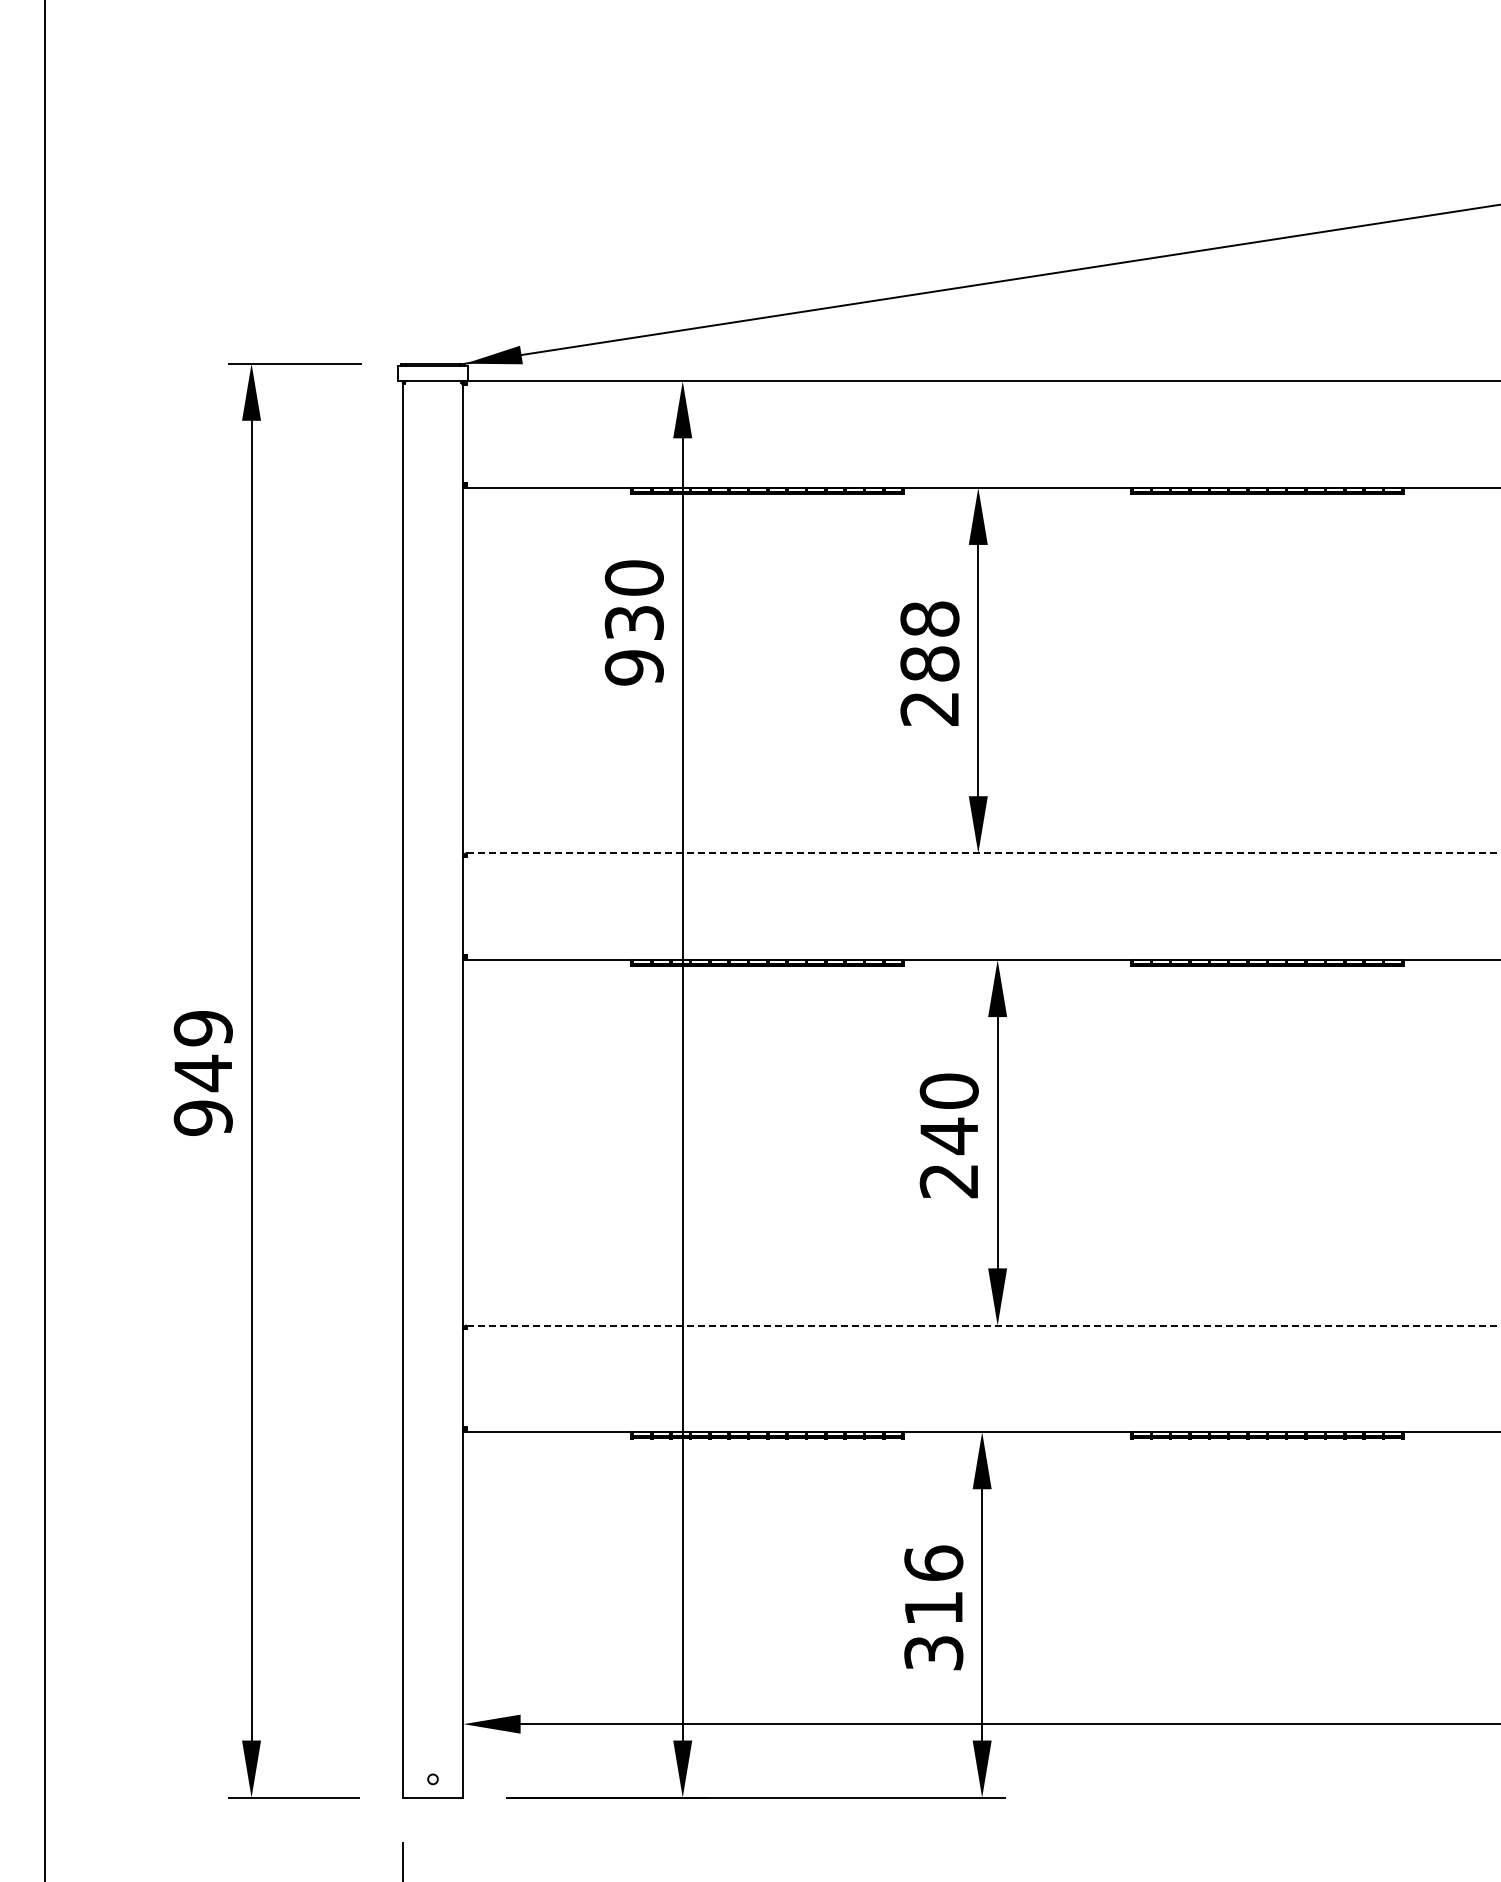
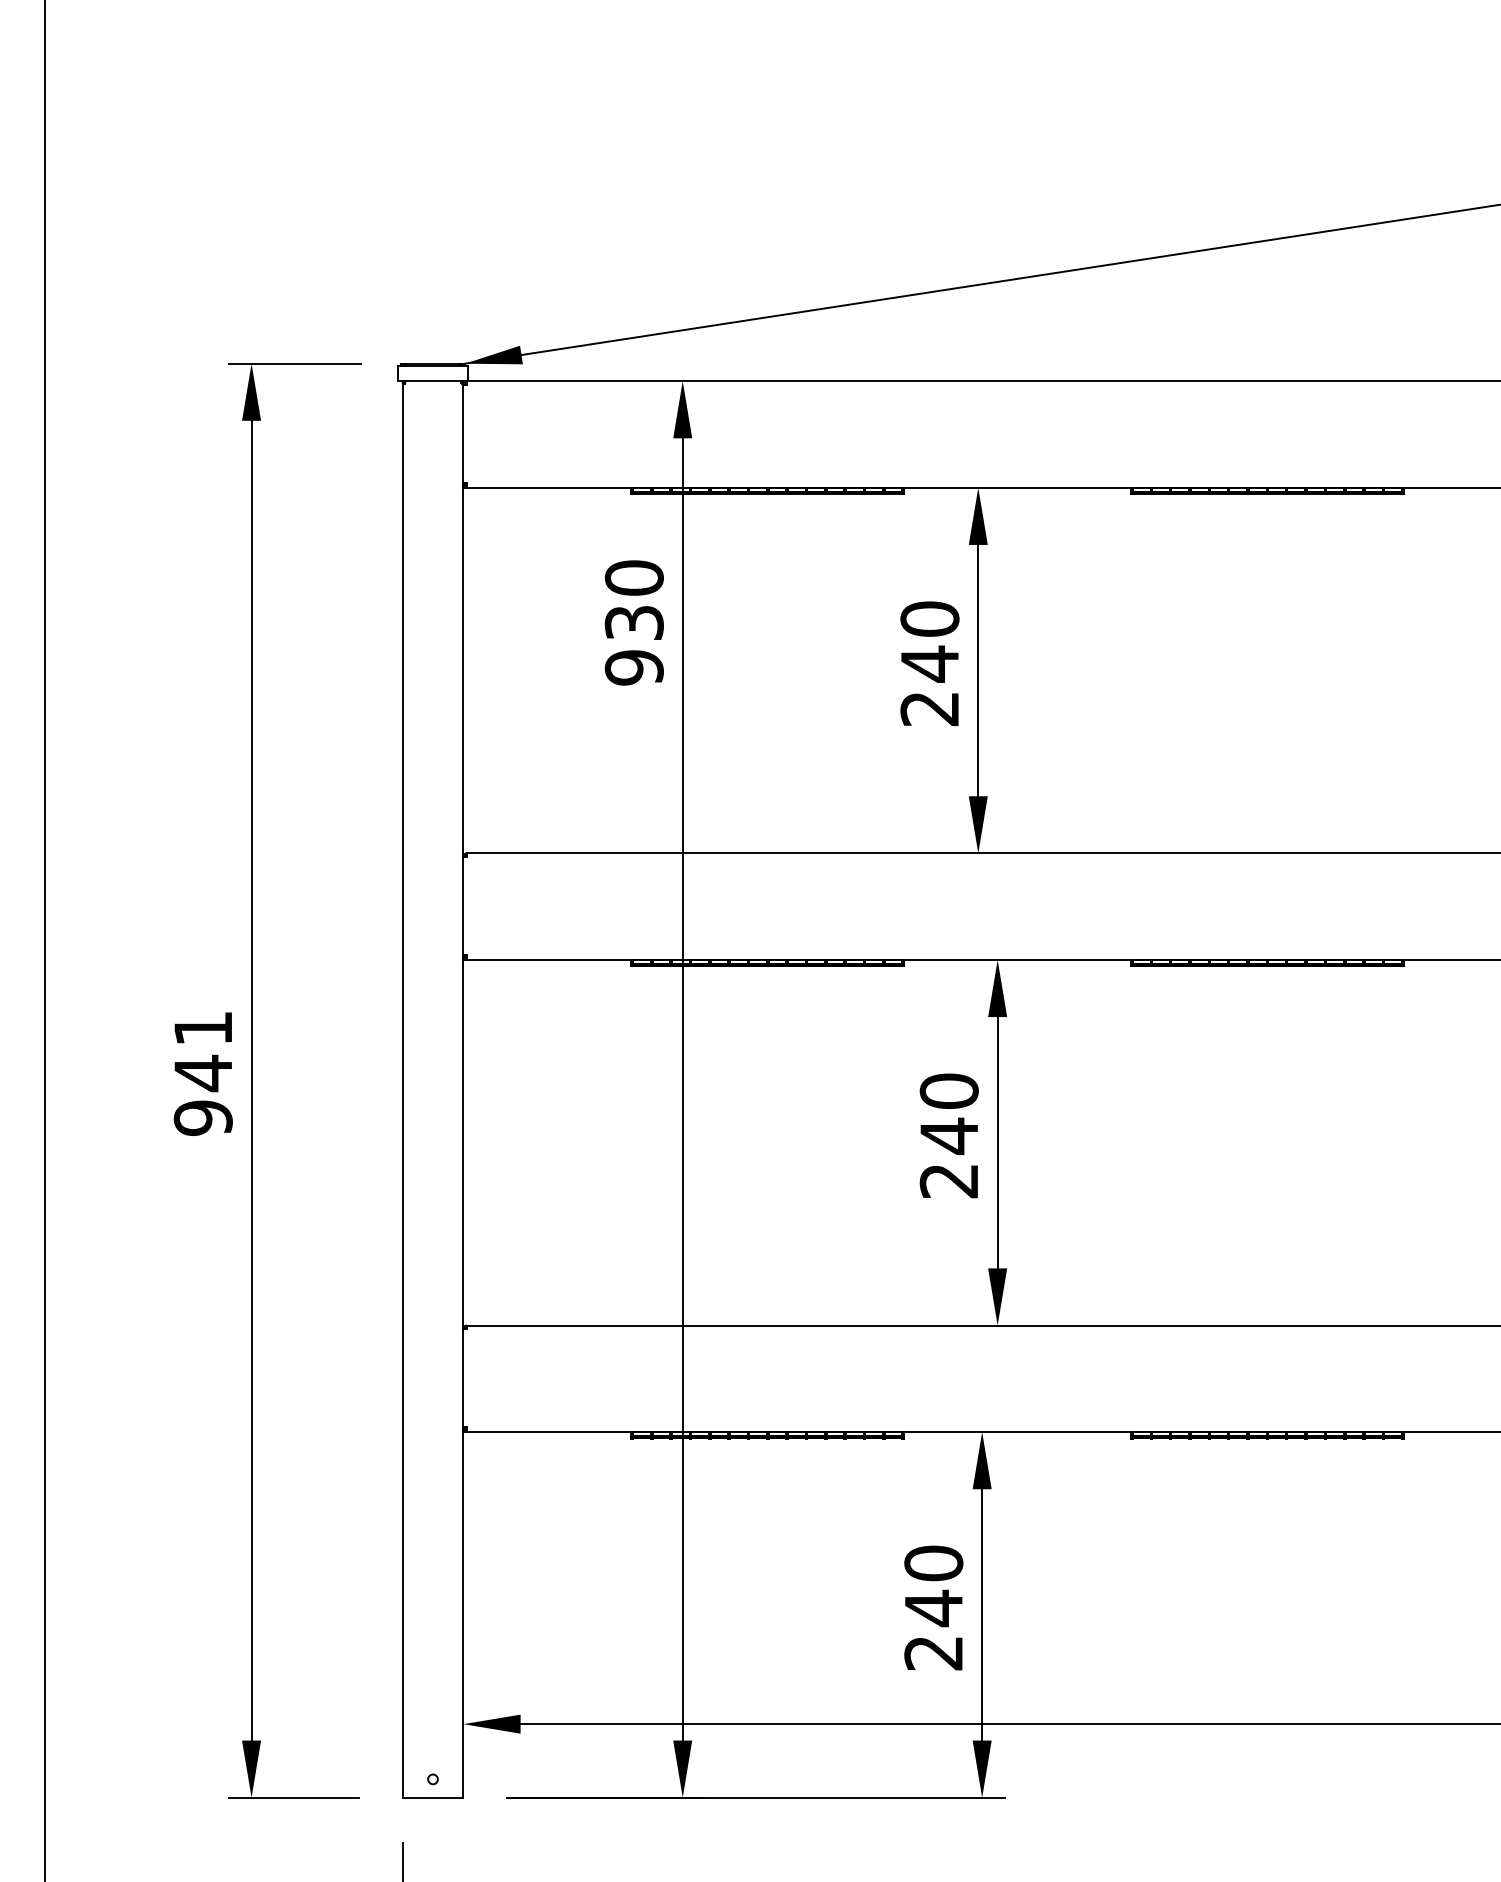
text at (929, 641): 288 -> 240
line at (983, 853): dashed -> solid
text at (202, 1028): 949 -> 941
line at (983, 1325): dashed -> solid
text at (933, 1607): 316 -> 240
